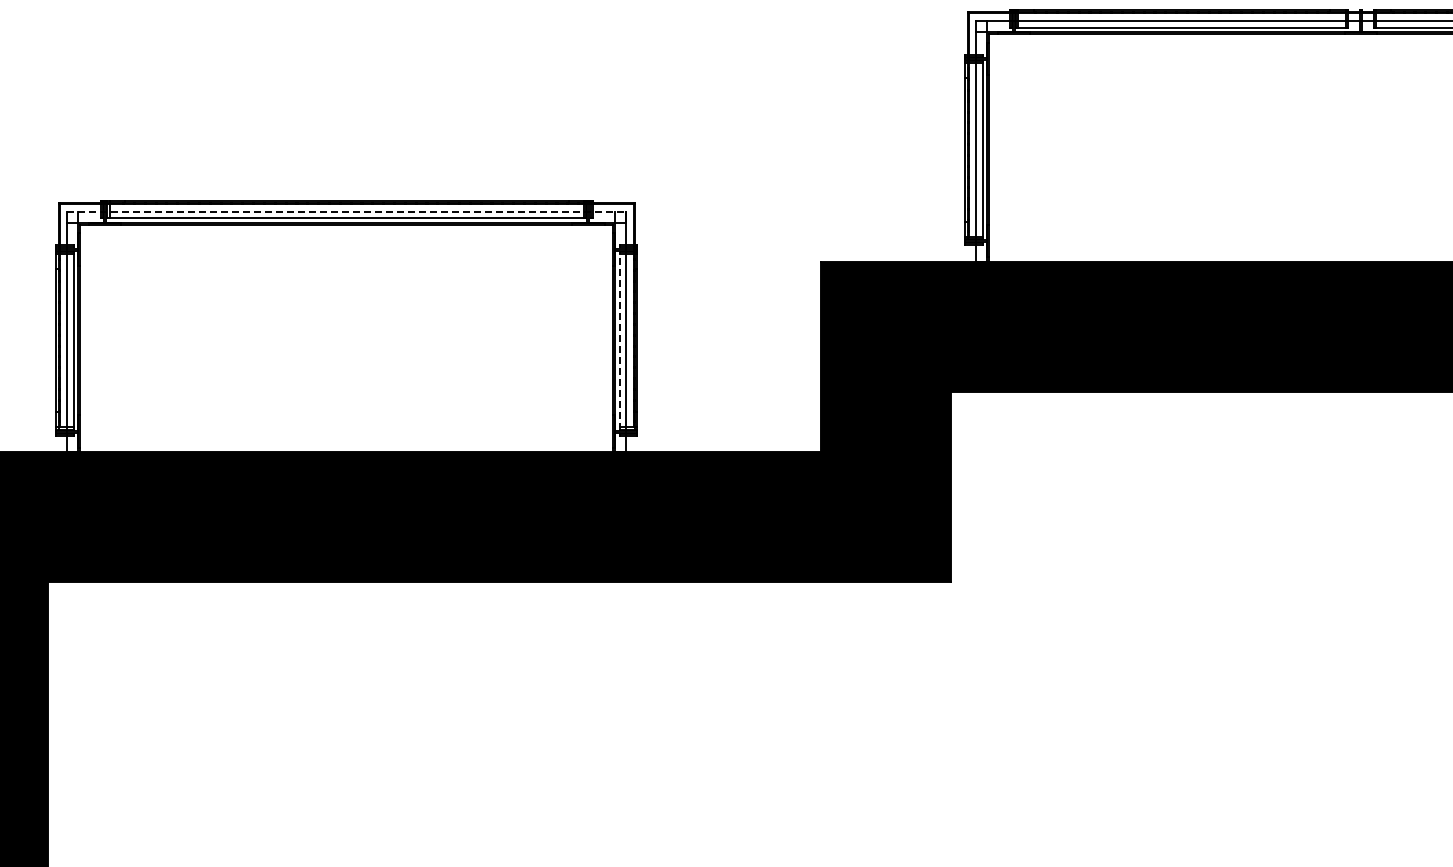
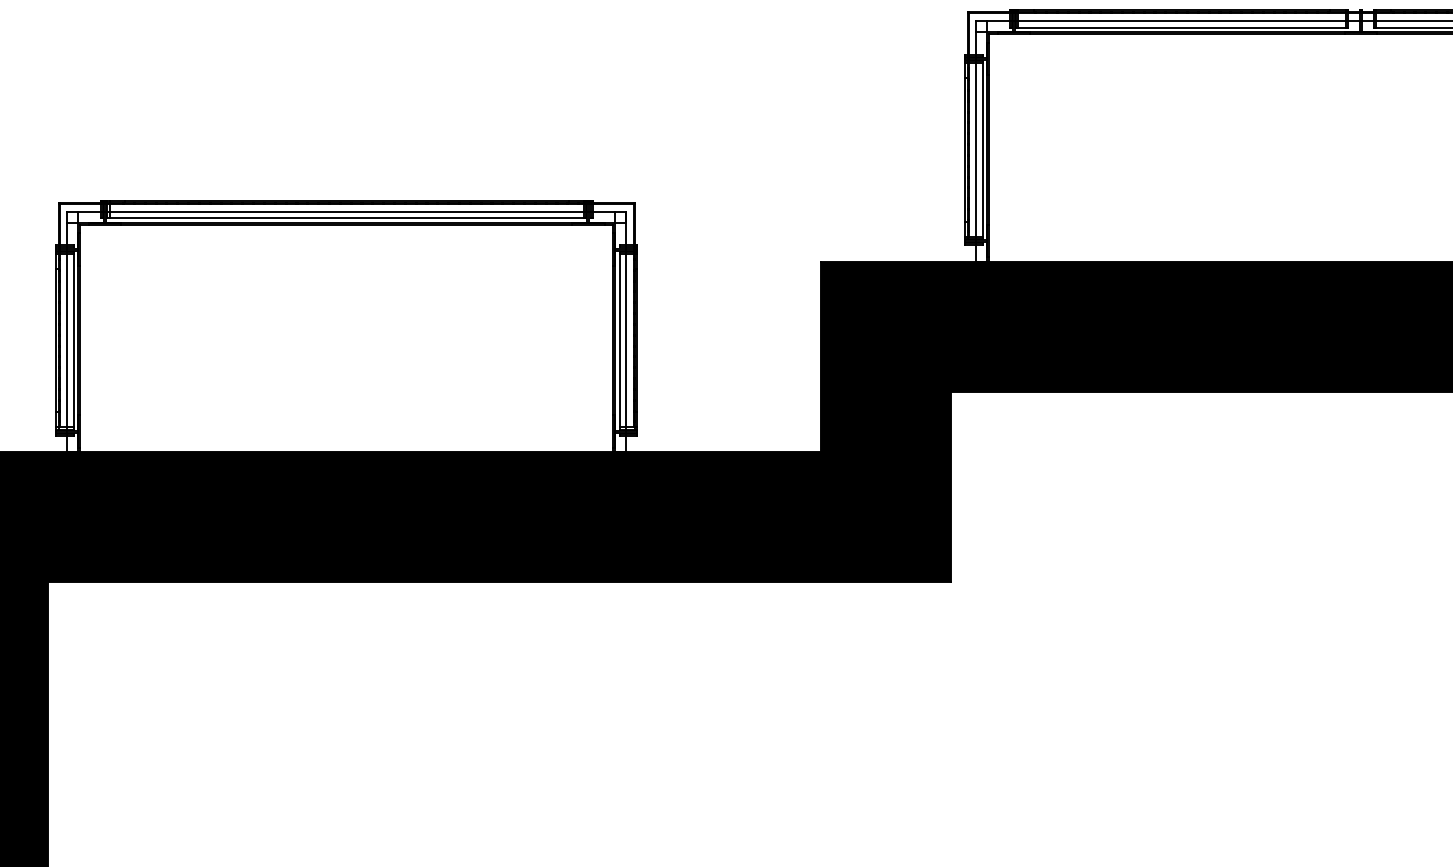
line at (346, 211): dashed -> solid
line at (619, 340): dashed -> solid
